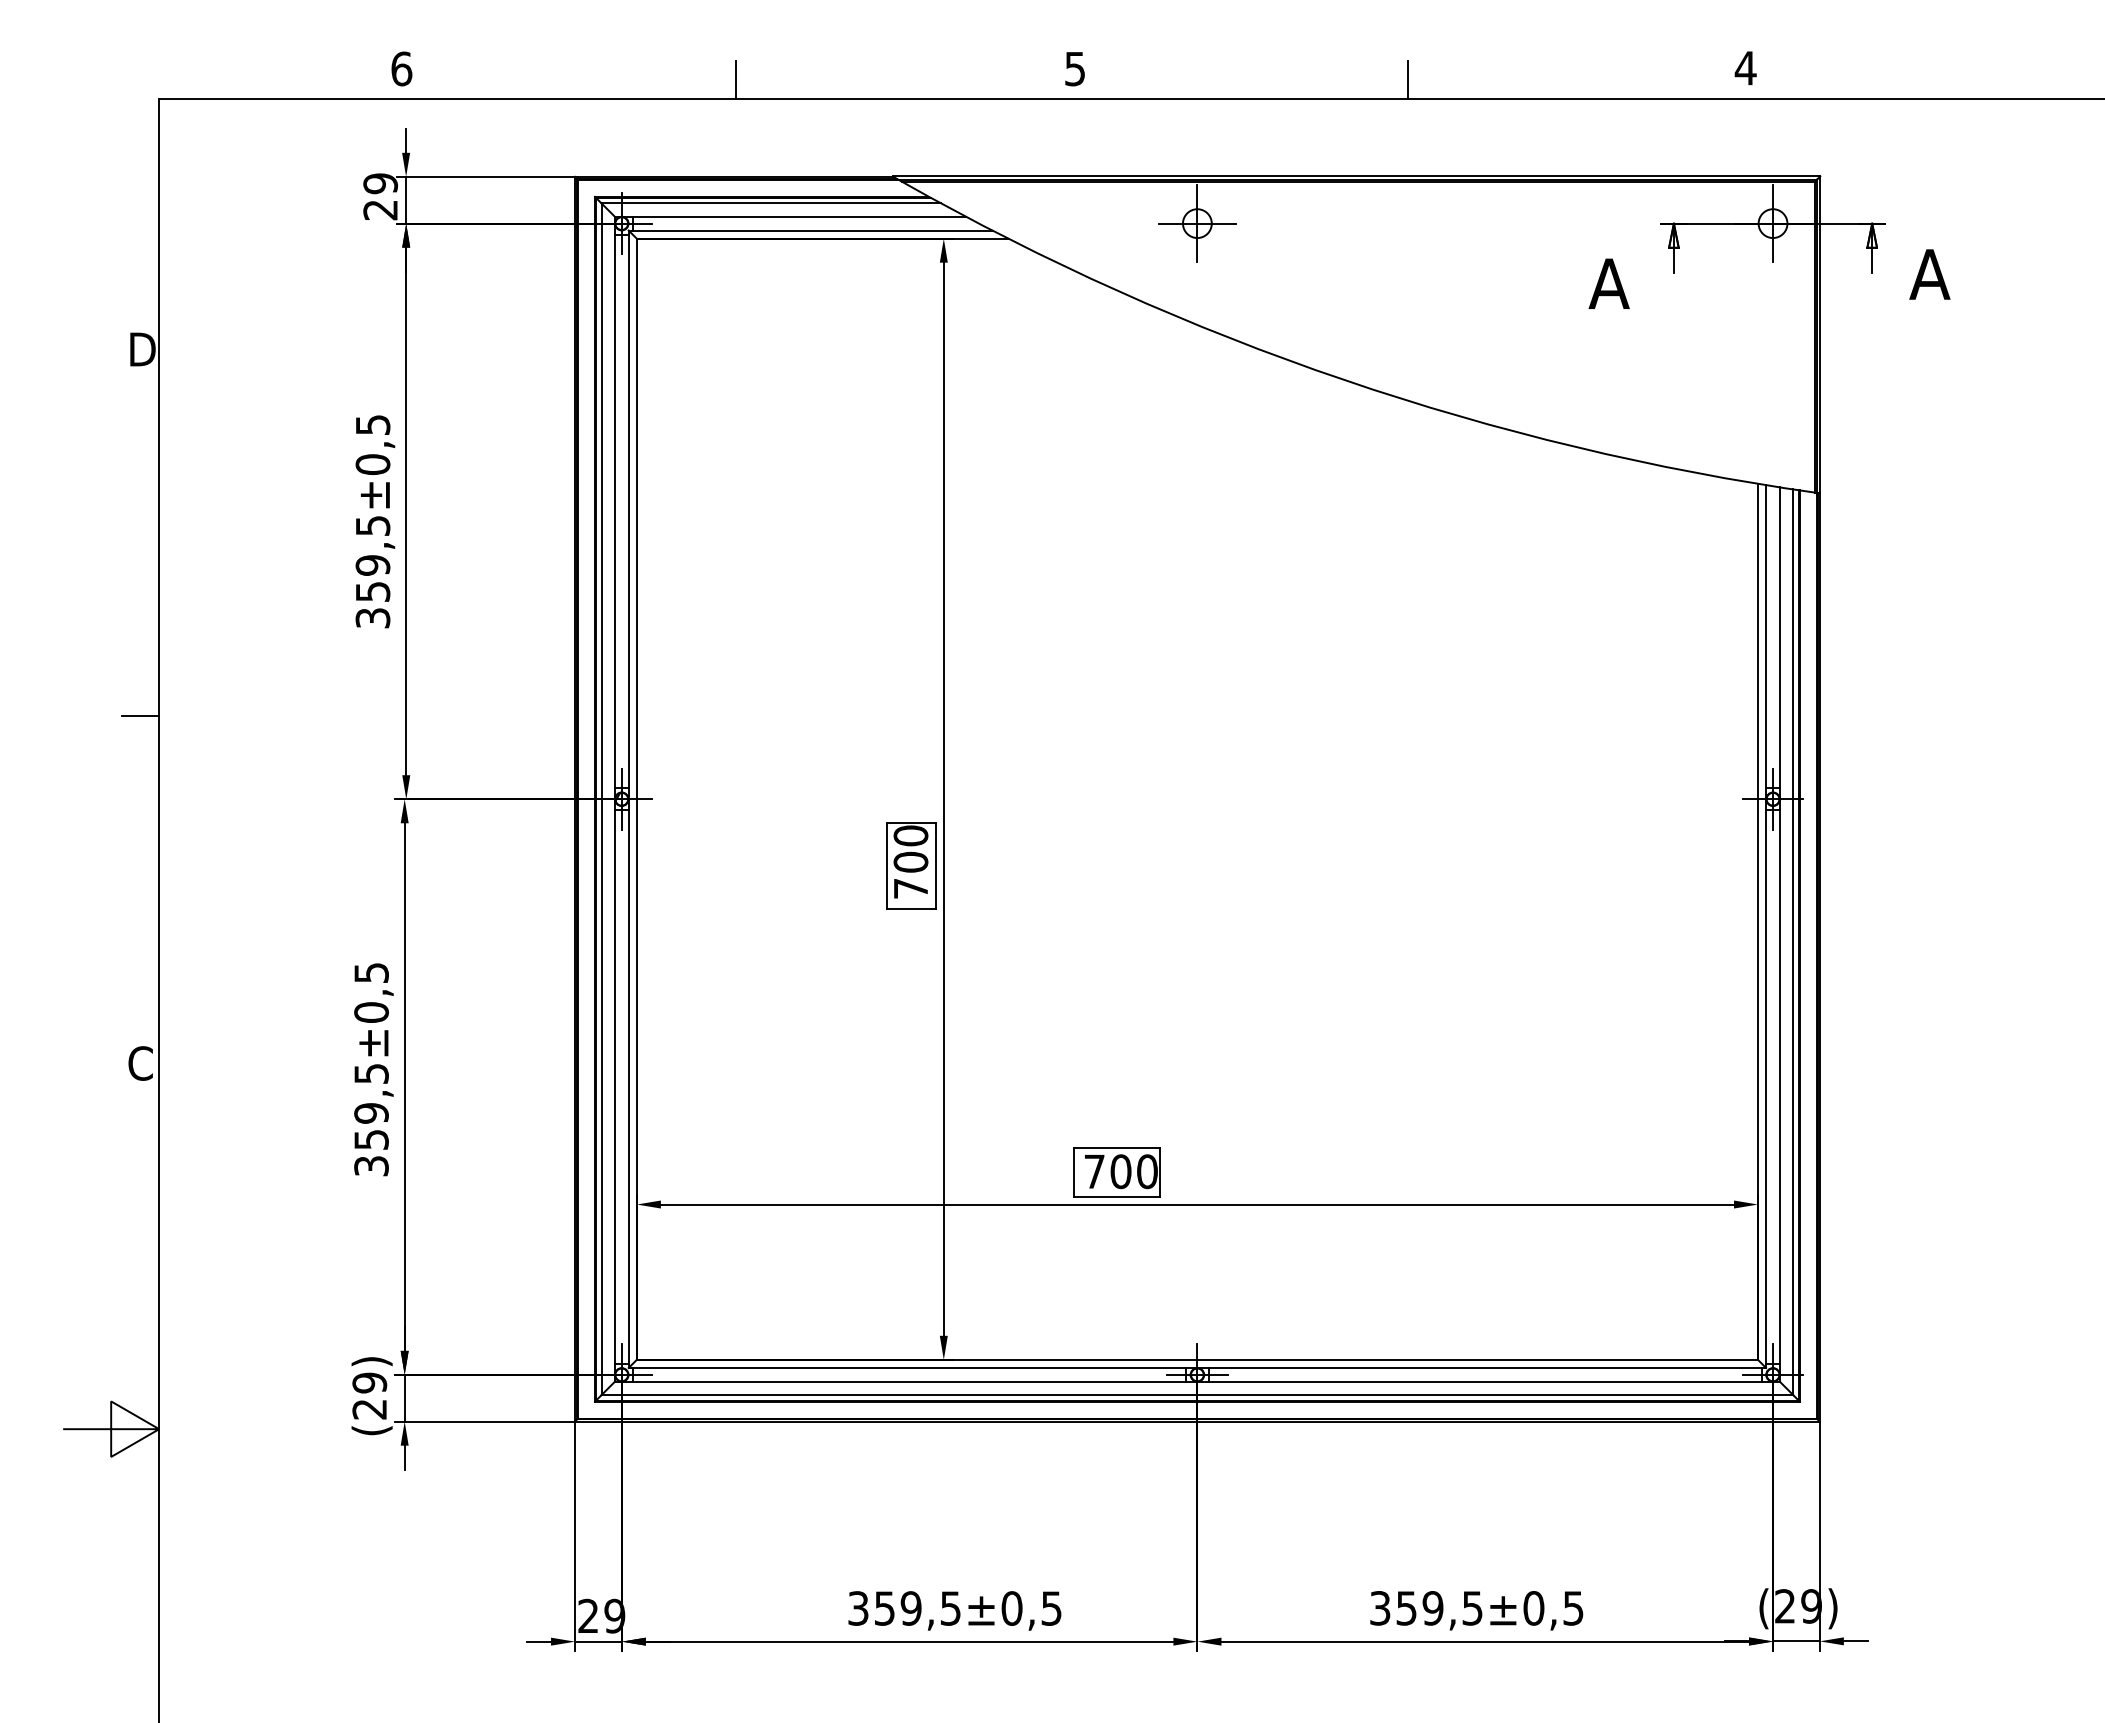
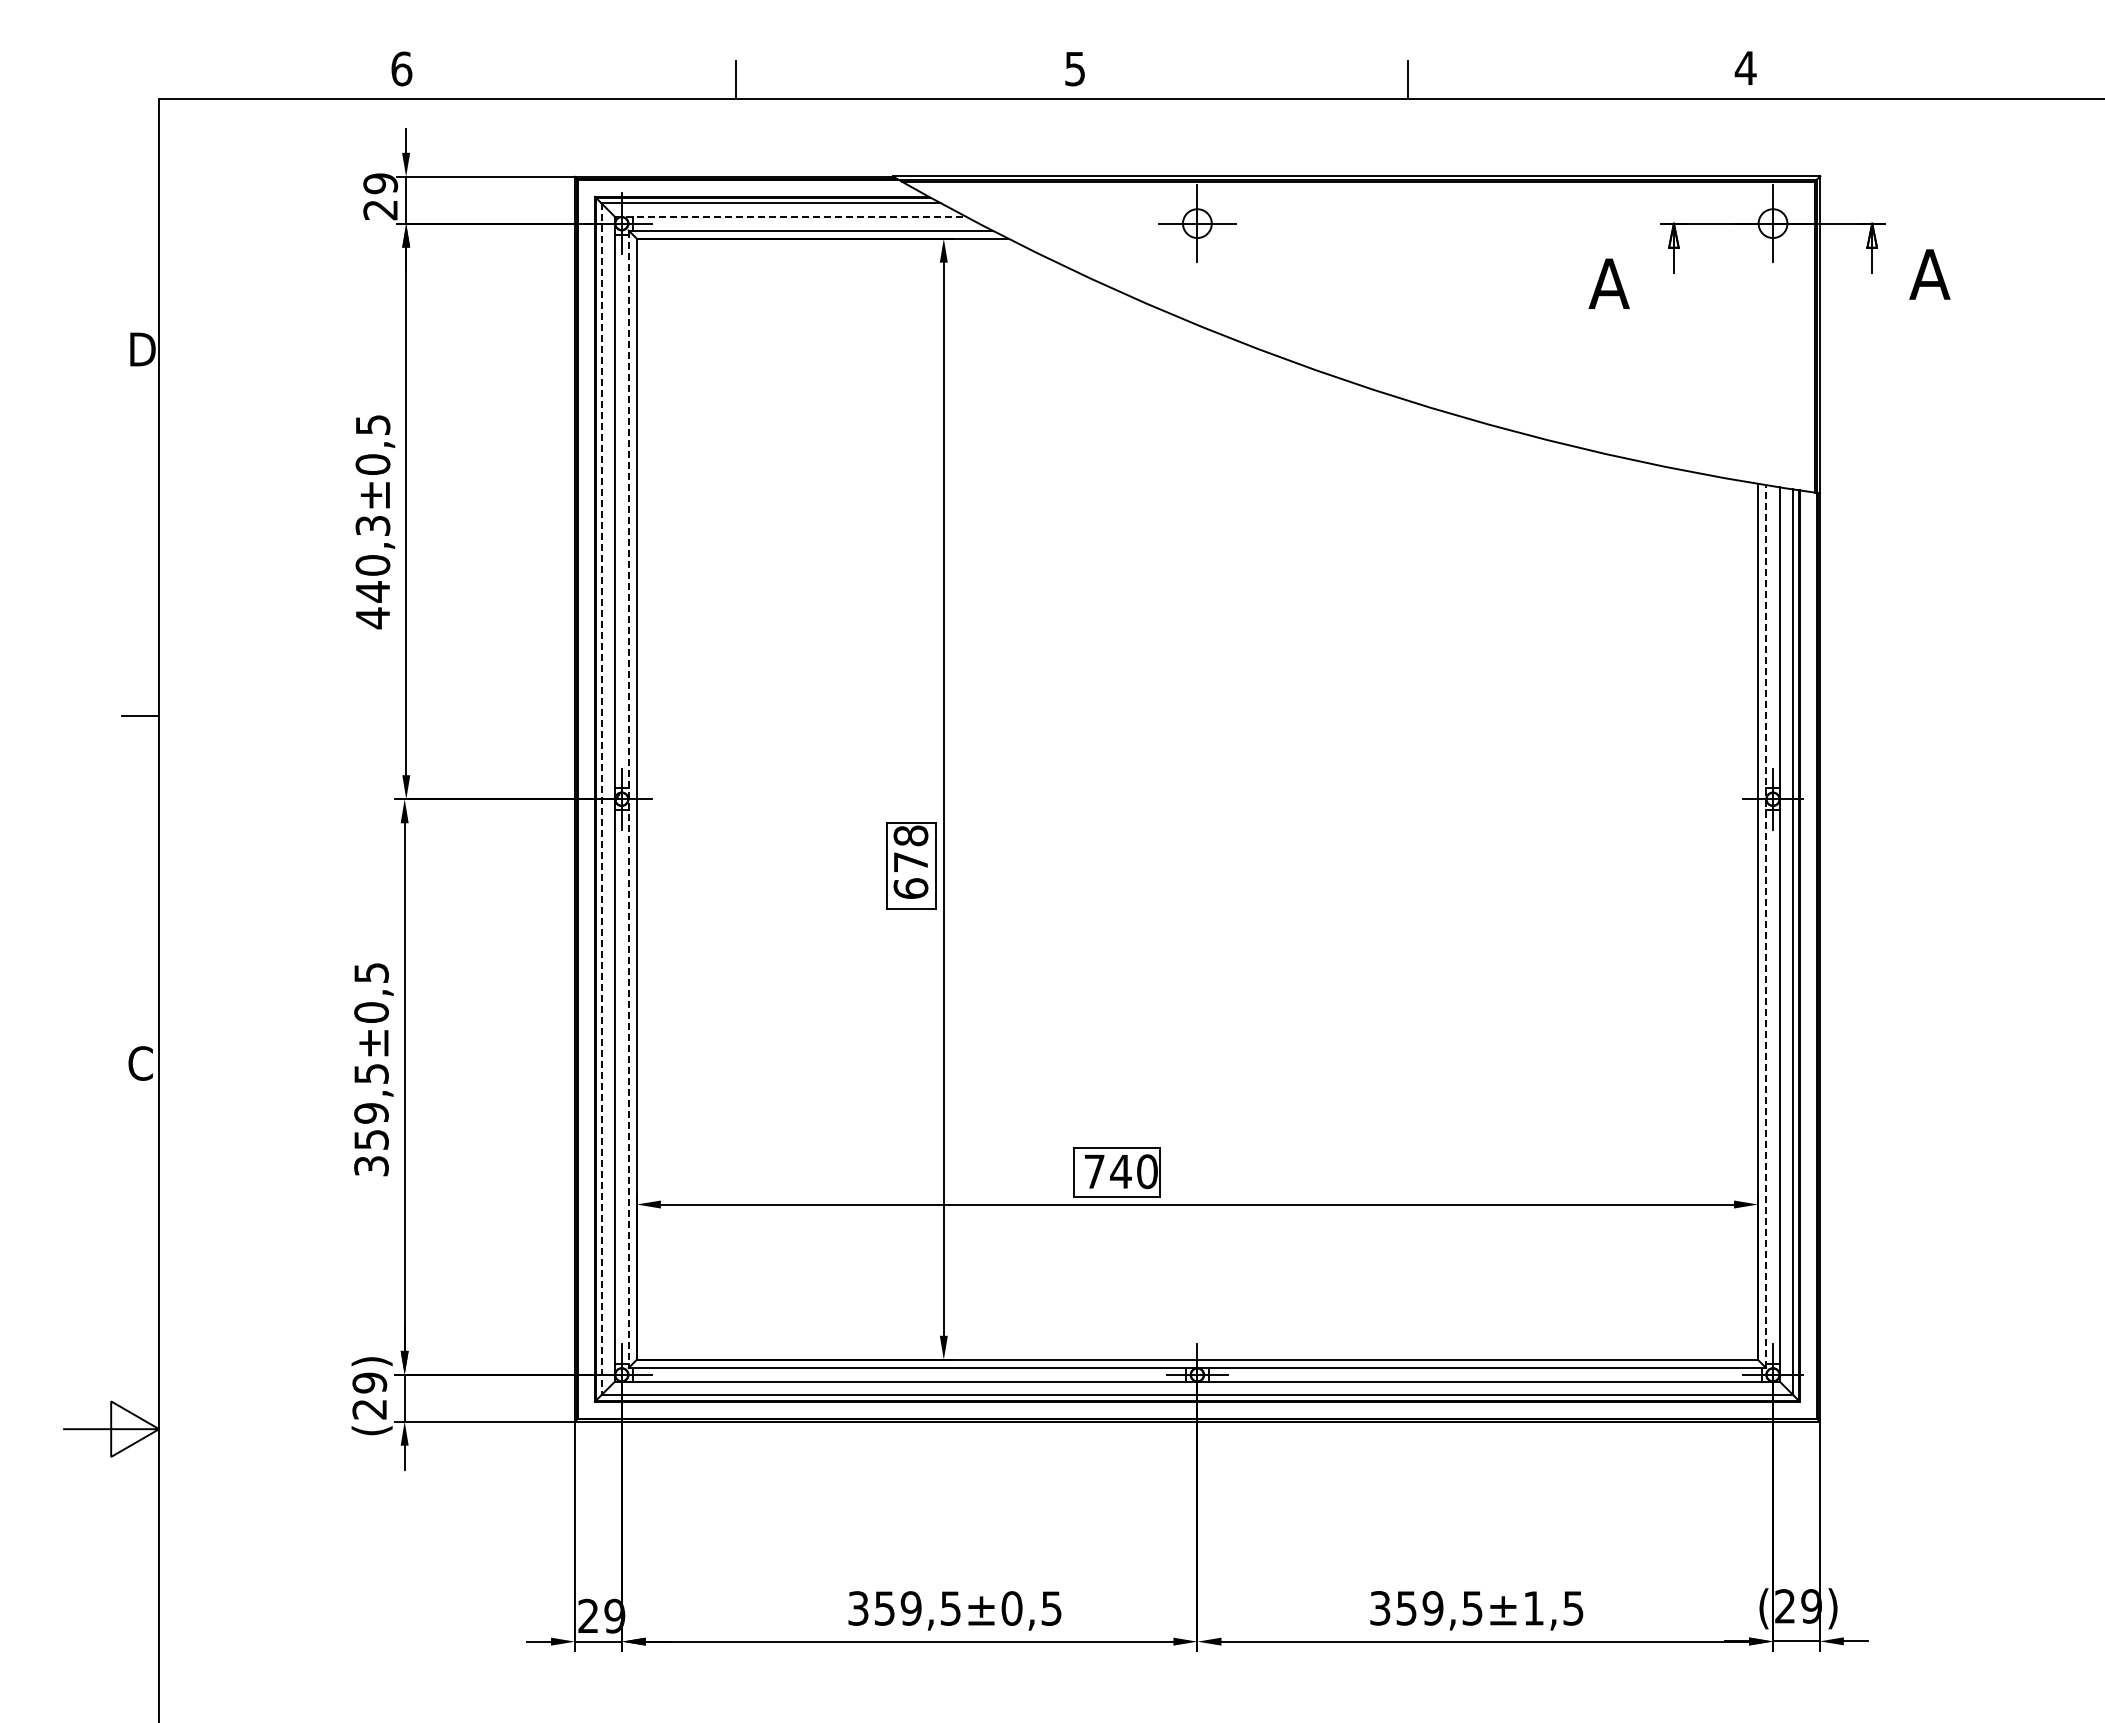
line at (790, 216): solid -> dashed
text at (372, 572): 359,5 -> 440,3
line at (601, 799): solid -> dashed
line at (628, 799): solid -> dashed
text at (910, 861): 700 -> 678
line at (1766, 926): solid -> dashed
text at (1120, 1171): 700 -> 740
text at (1533, 1608): ±0,5 -> ±1,5
